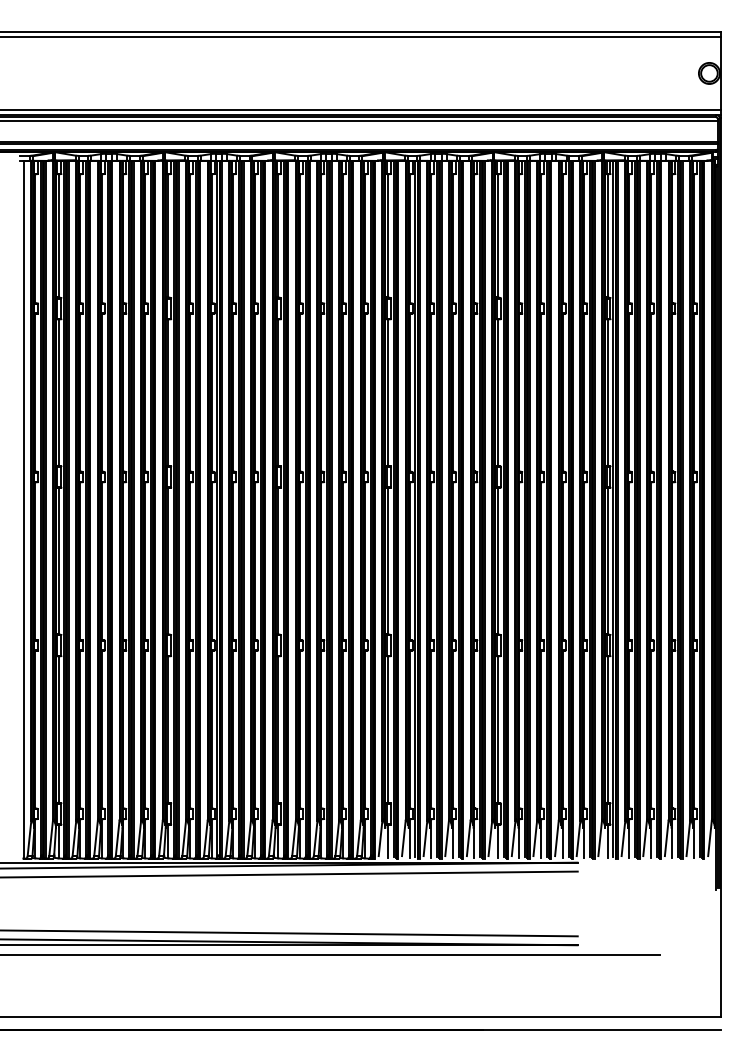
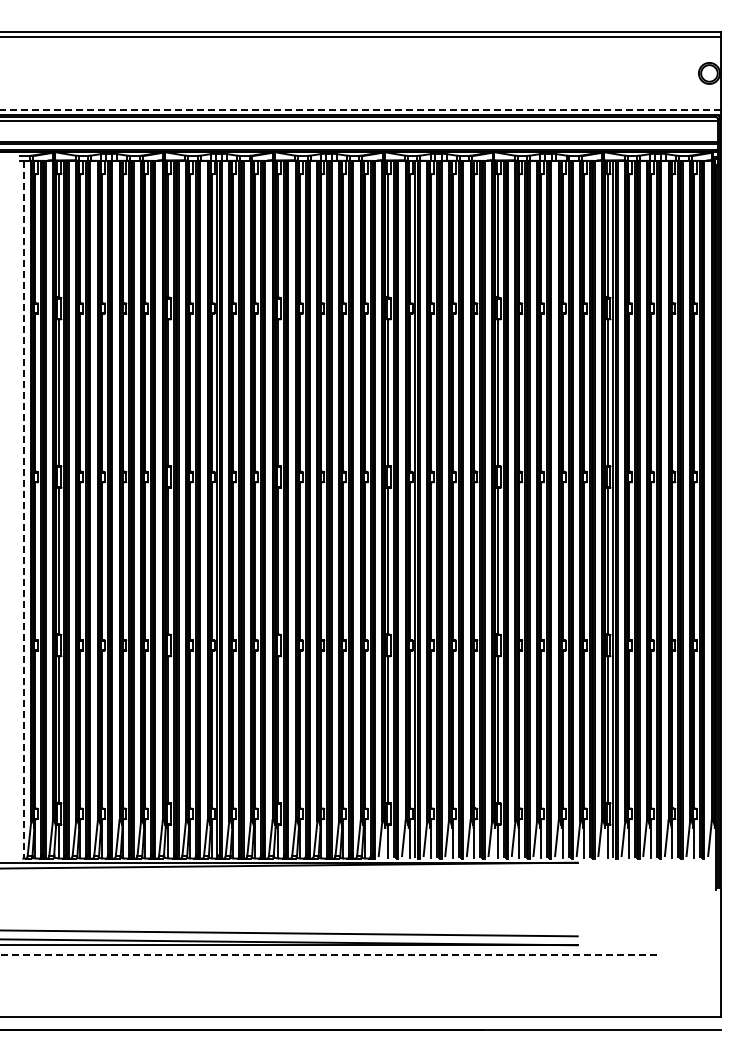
line at (359, 110): solid -> dashed
line at (23, 509): solid -> dashed
line at (289, 874): present -> none
line at (329, 955): solid -> dashed
